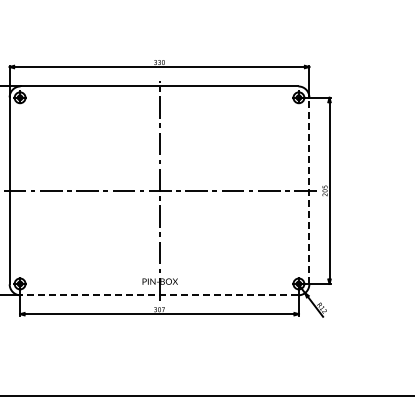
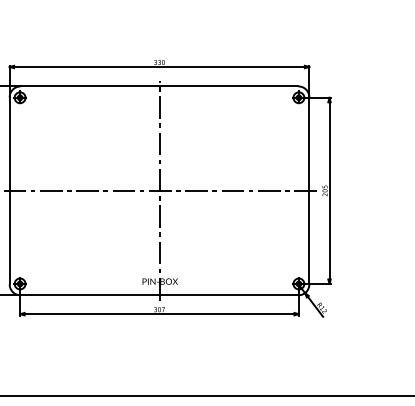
line at (309, 190): dashed -> solid
line at (159, 295): dashed -> solid
